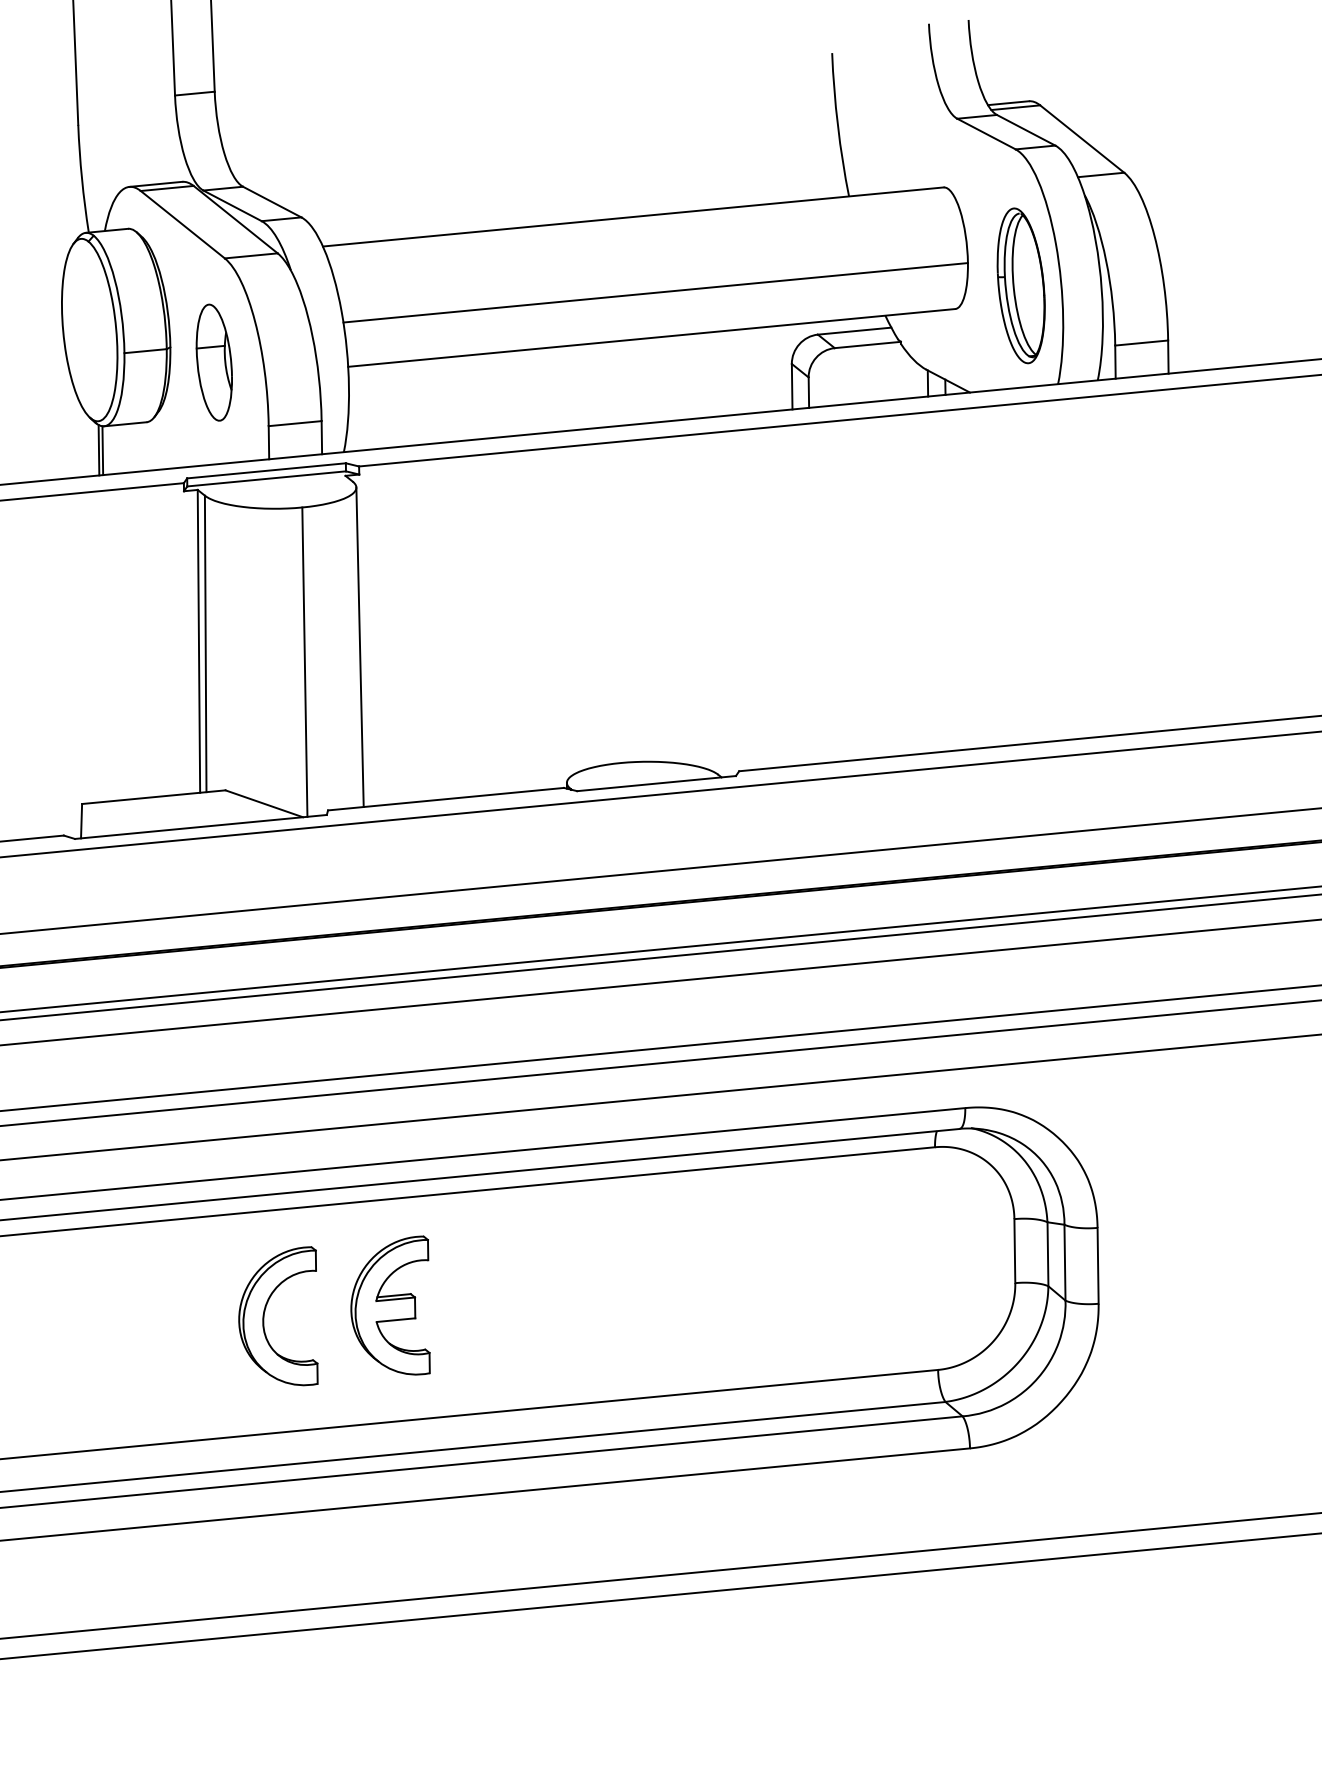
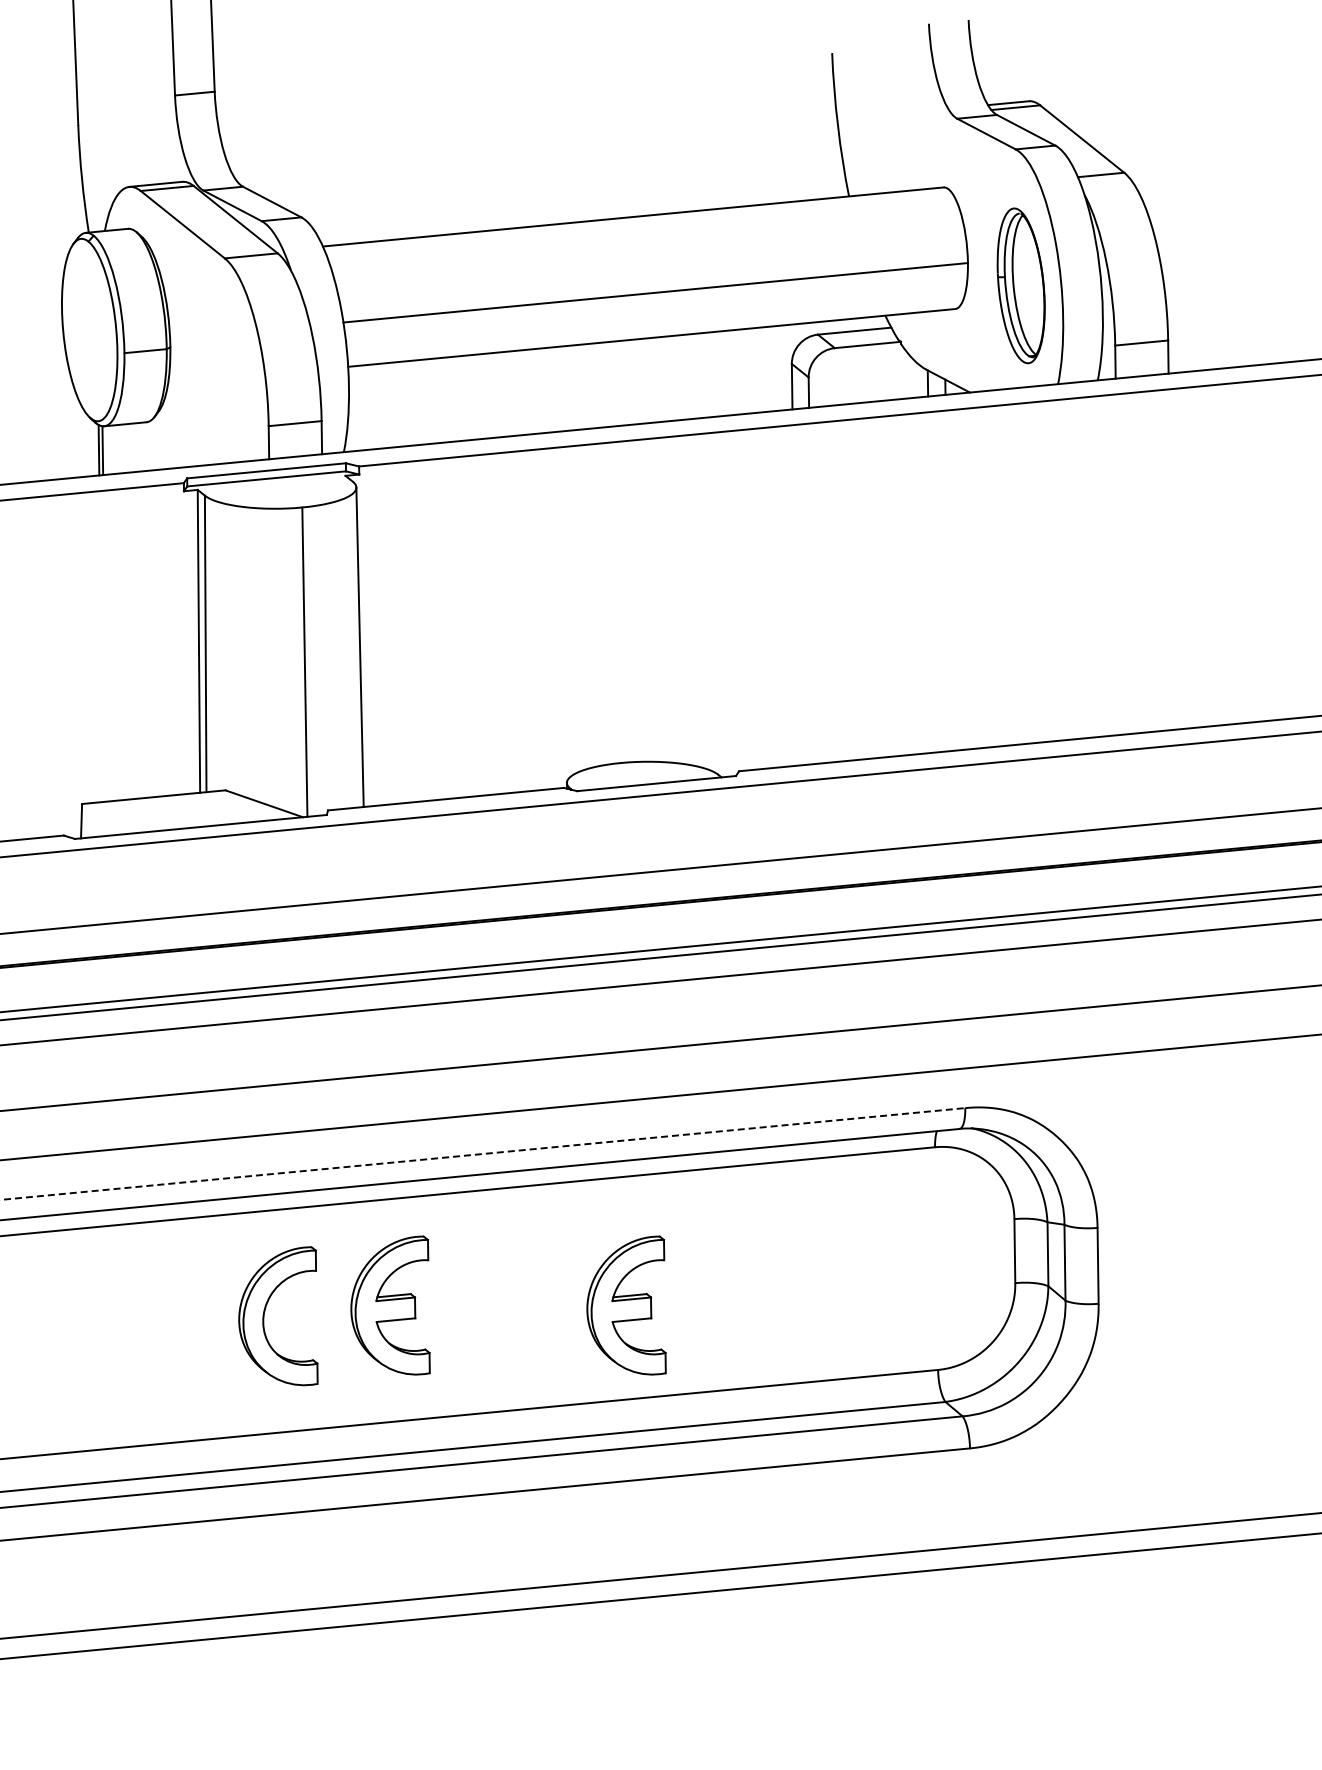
part at (213, 362): present -> none
line at (660, 1062): present -> none
line at (483, 1153): solid -> dashed
part at (626, 1305): none -> present
